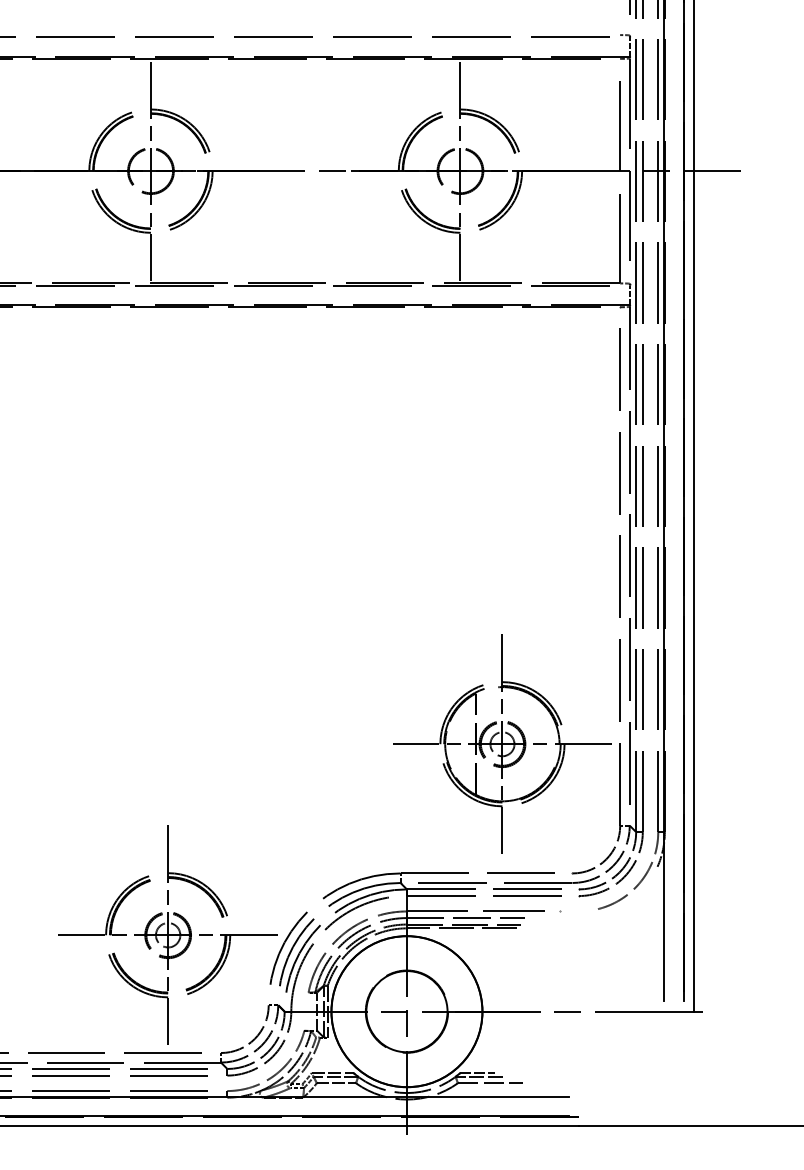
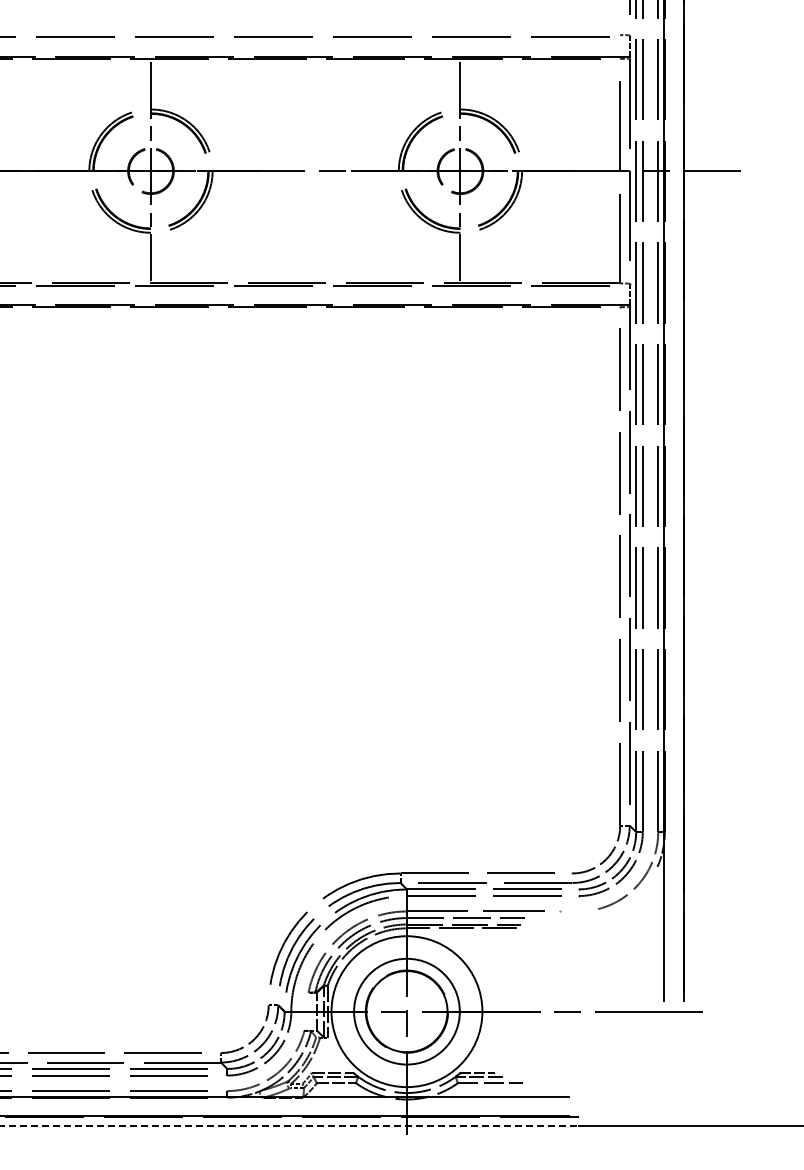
line at (693, 506): present -> none
part at (502, 743): present -> none
part at (167, 934): present -> none
circle at (406, 1011) diameter: 151 px -> 106 px
line at (290, 1126): solid -> dashed
